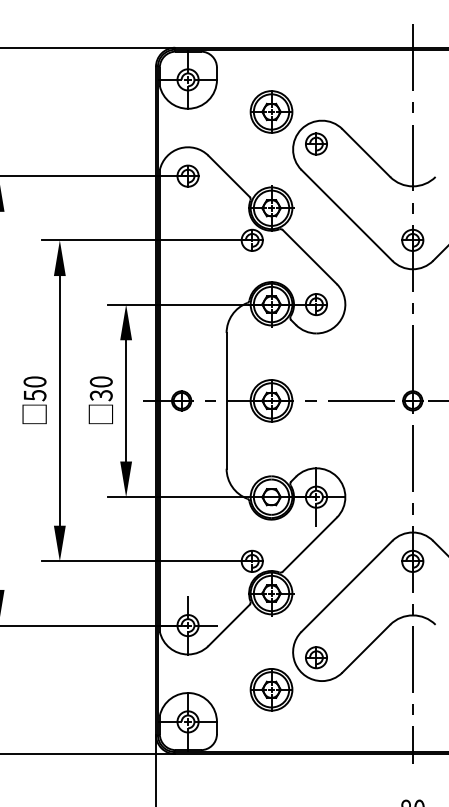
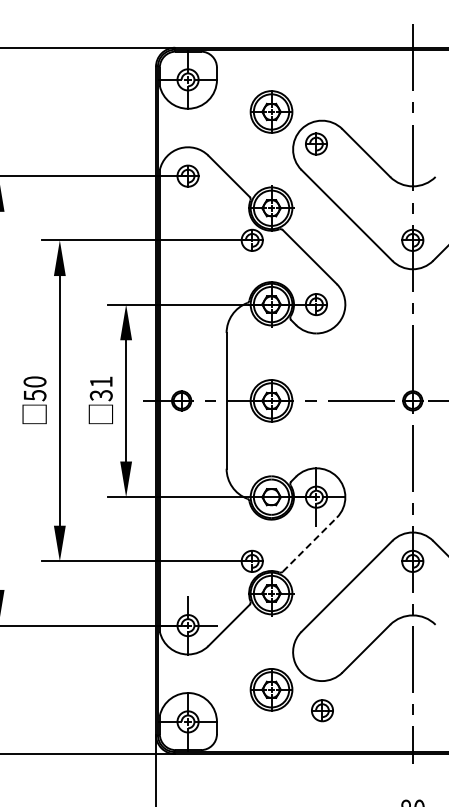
text at (100, 381): 30 -> 31
line at (310, 544): solid -> dashed
part at (316, 657) position: (316, 657) -> (322, 710)
